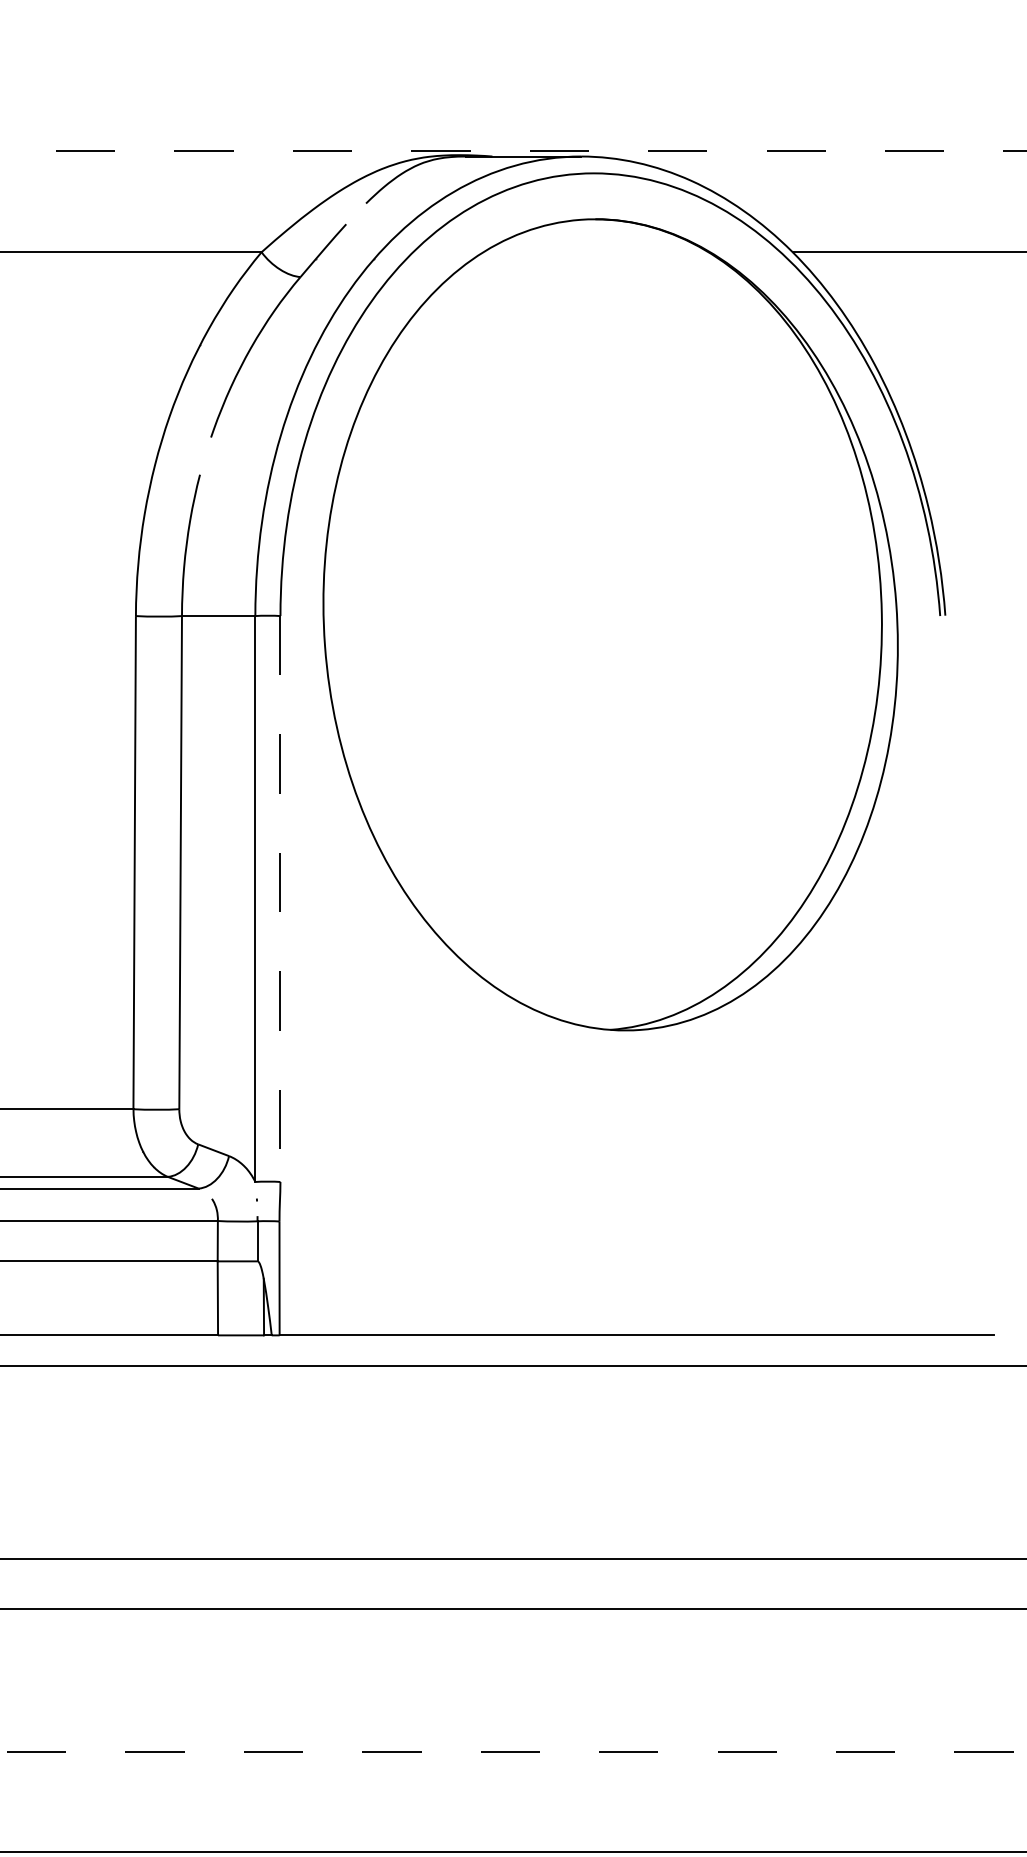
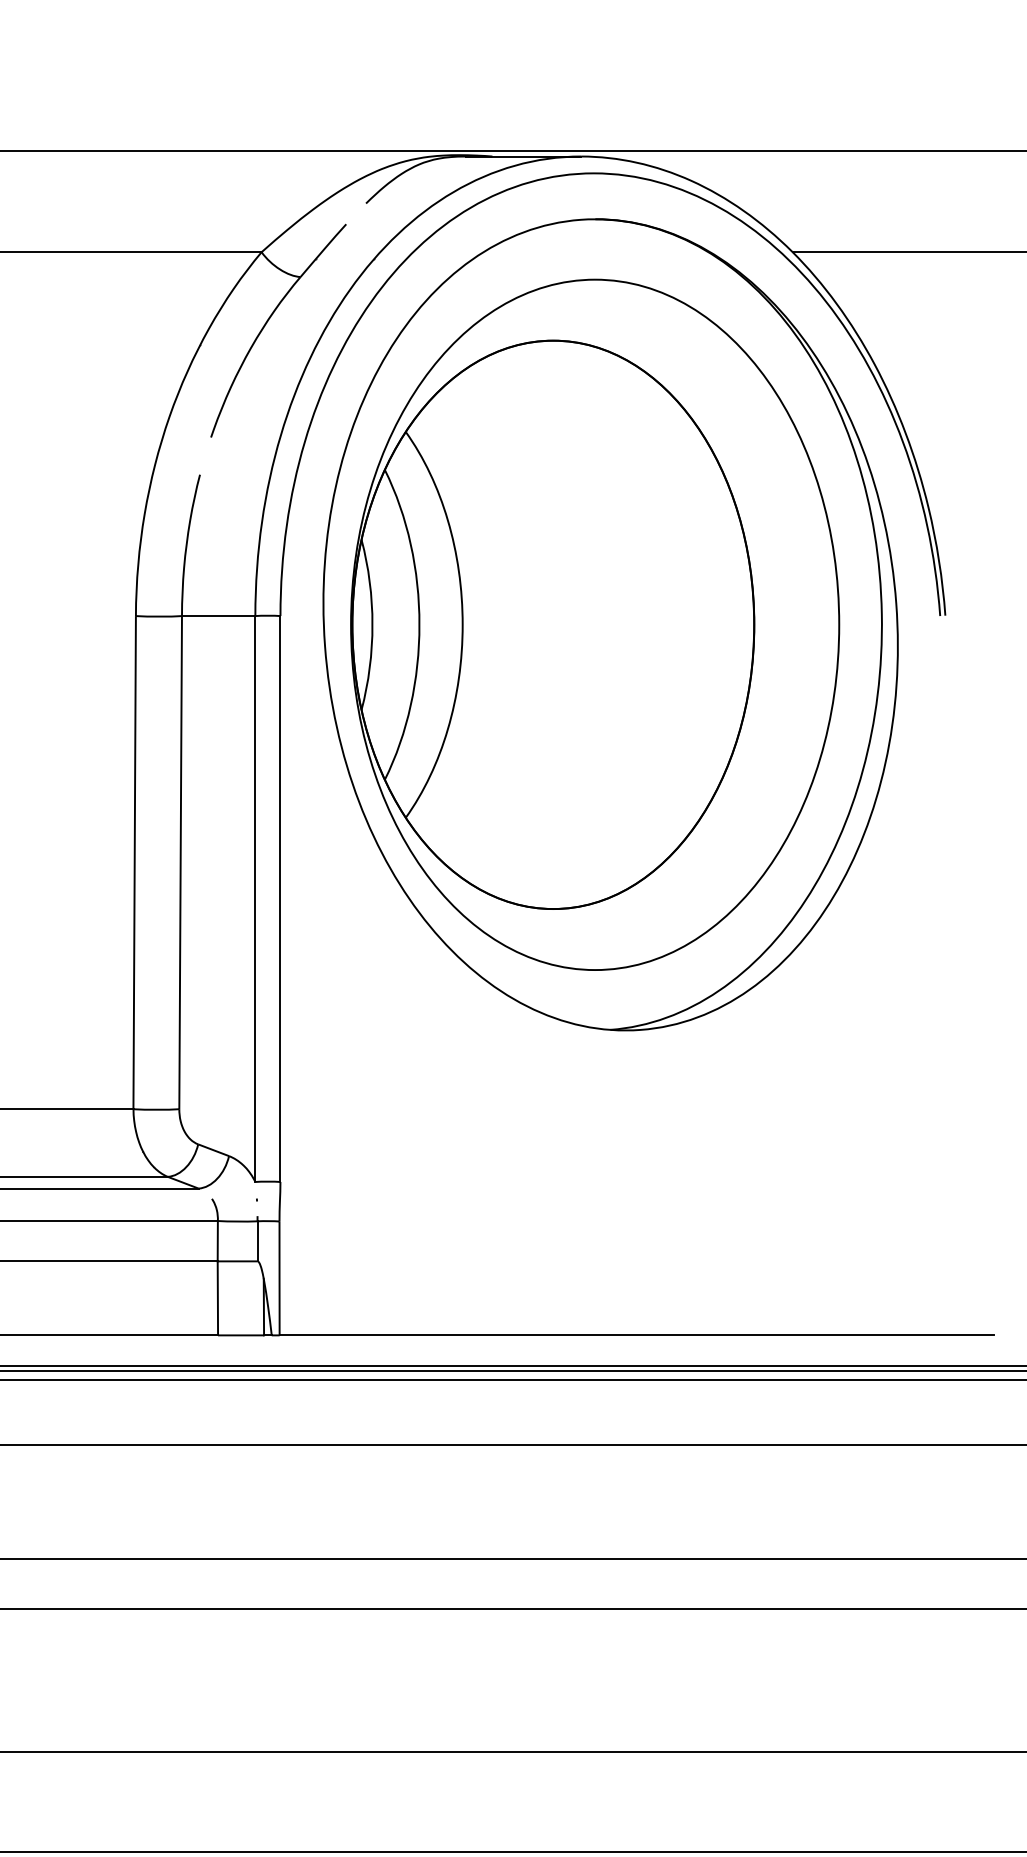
line at (513, 151): dashed -> solid
part at (595, 624): none -> present
line at (280, 899): dashed -> solid
line at (512, 1370): none -> present
line at (512, 1379): none -> present
line at (512, 1444): none -> present
line at (513, 1752): dashed -> solid
